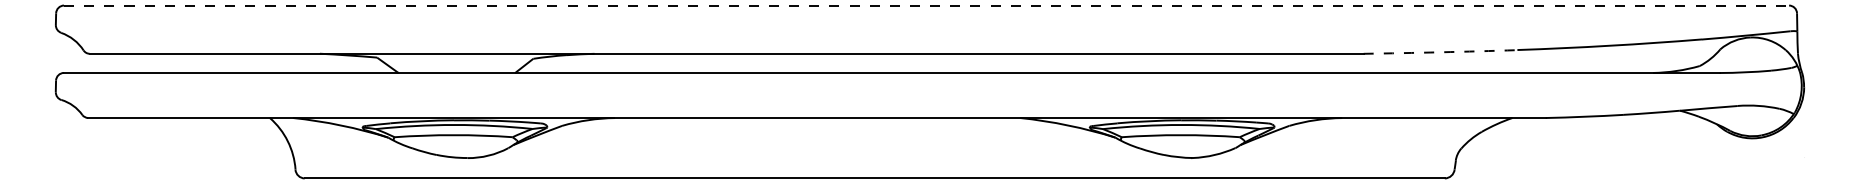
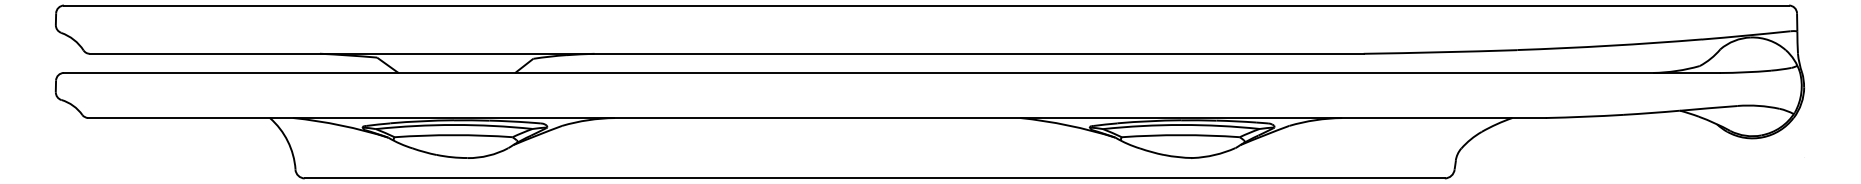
line at (926, 5): dashed -> solid
arc at (1440, 52): dashed -> solid
